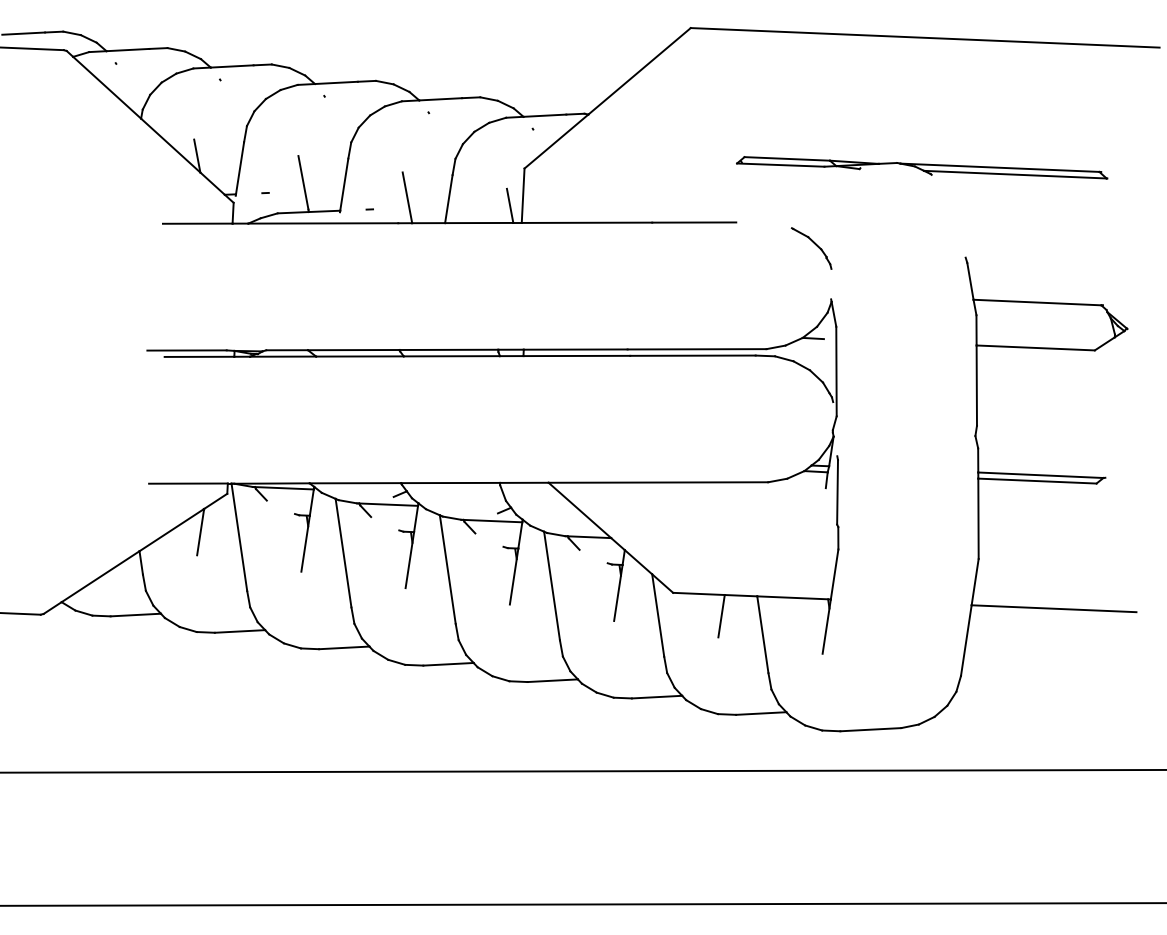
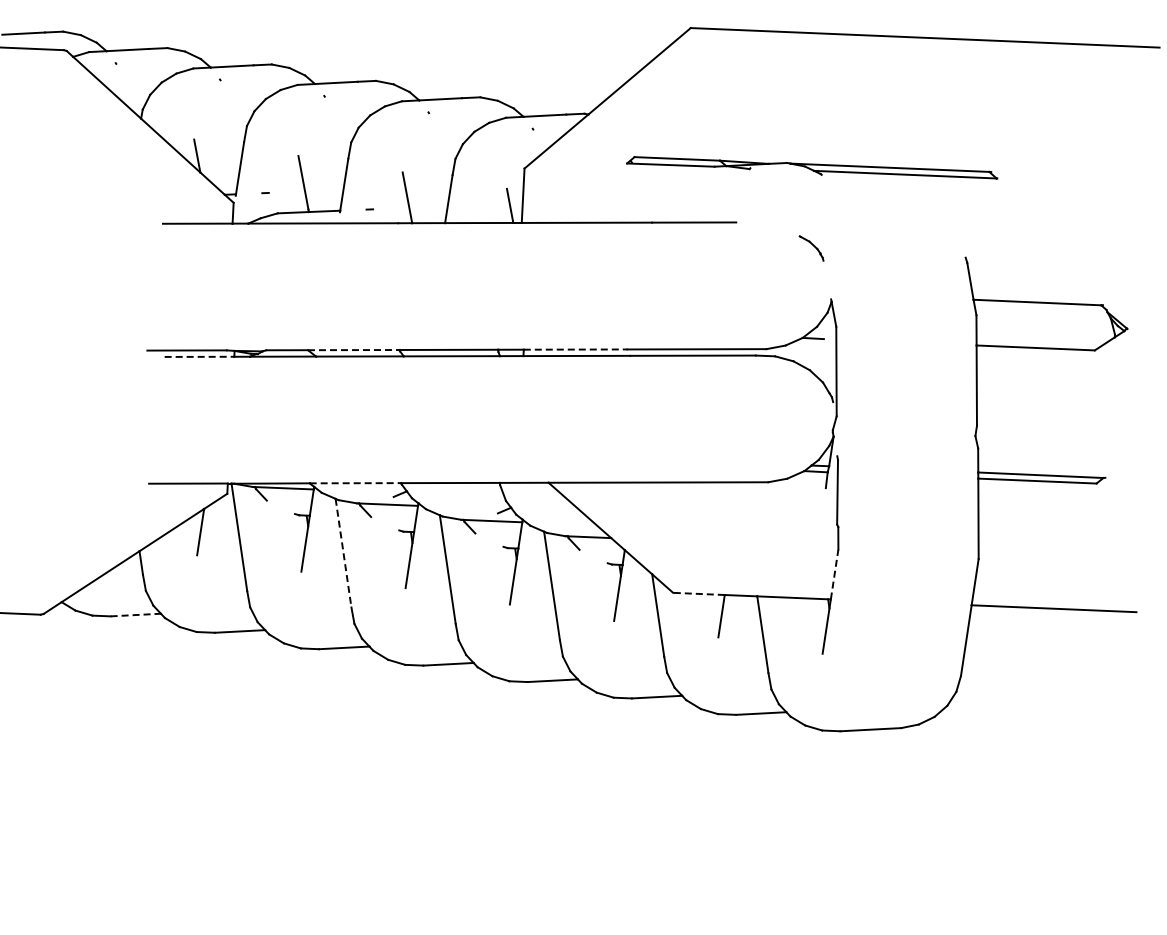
part at (922, 167) position: (922, 167) -> (812, 167)
part at (811, 248) size: 43x43 px -> 27x27 px
line at (575, 349): solid -> dashed
line at (353, 350): solid -> dashed
line at (199, 356): solid -> dashed
line at (355, 483): solid -> dashed
line at (343, 553): solid -> dashed
line at (834, 573): solid -> dashed
line at (698, 593): solid -> dashed
line at (136, 615): solid -> dashed
line at (582, 770): present -> none
line at (582, 904): present -> none
